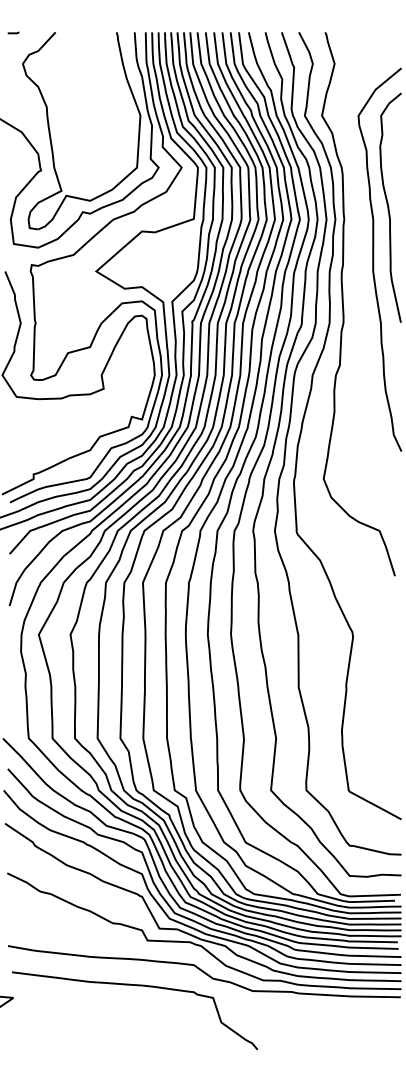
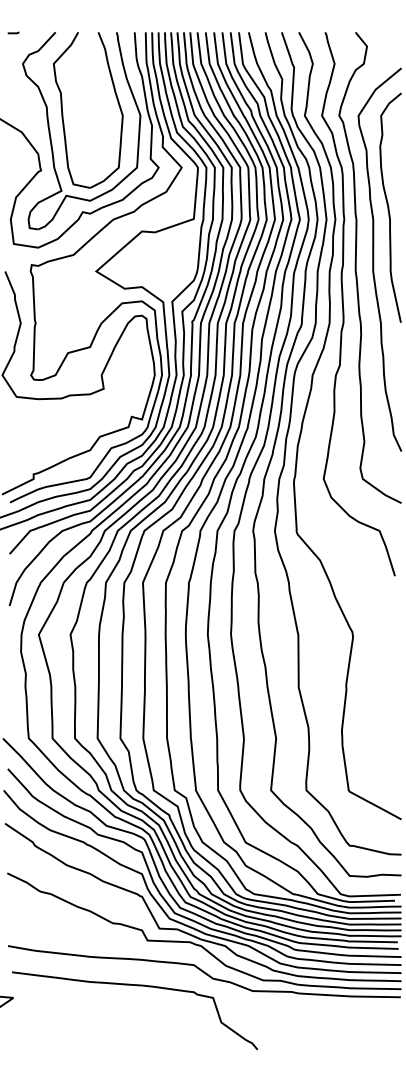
part at (63, 112): none -> present
curve at (356, 267): none -> present
